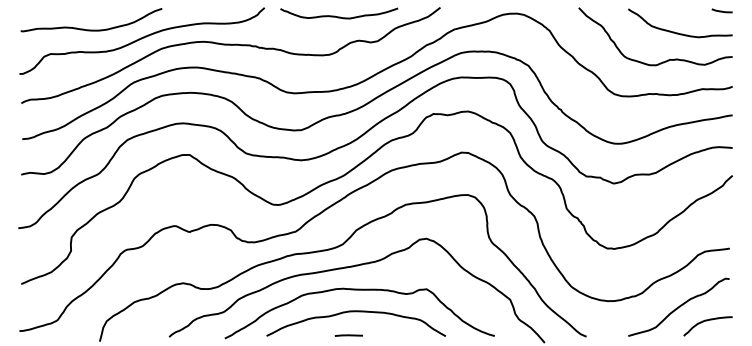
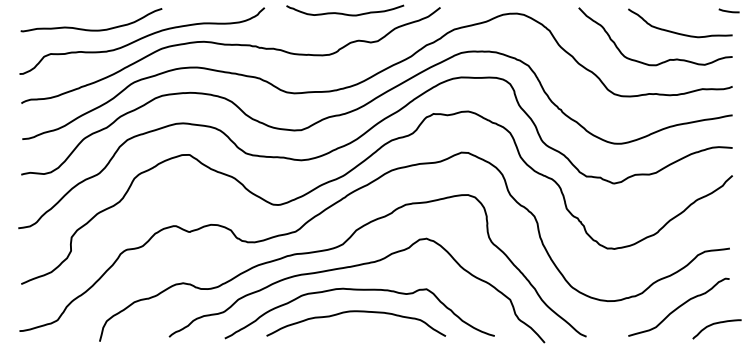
line at (721, 10) position: (721, 10) -> (728, 10)
curve at (339, 16) position: (339, 16) -> (345, 13)
curve at (707, 321) position: (707, 321) -> (716, 324)
line at (348, 335): present -> none
